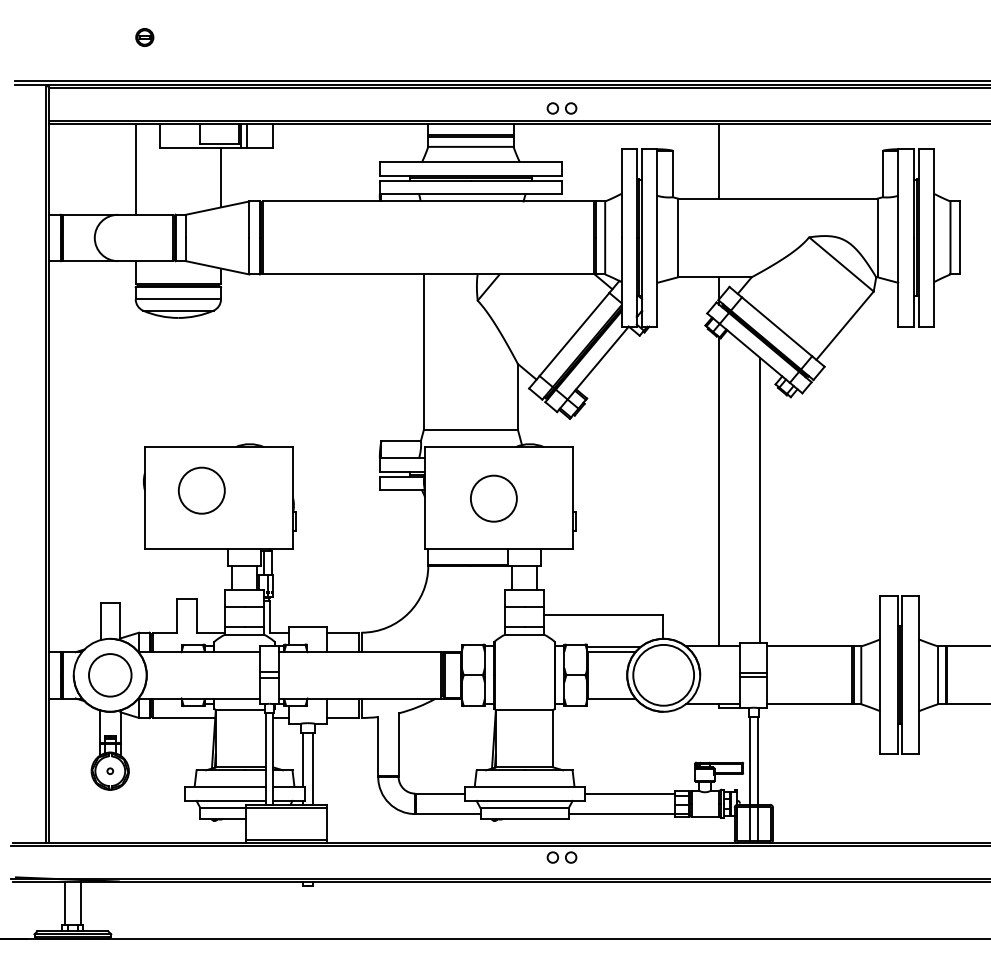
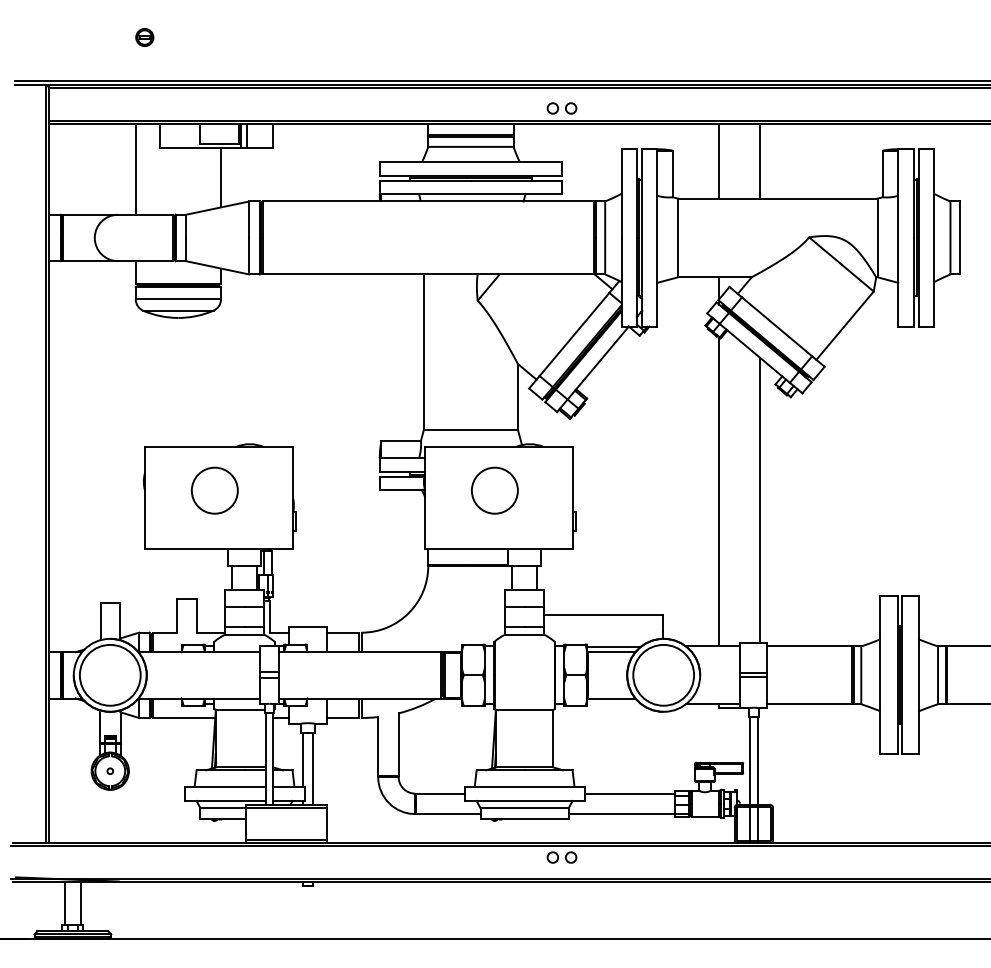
line at (759, 160): none -> present
circle at (201, 490) position: (201, 490) -> (214, 490)
circle at (493, 498) position: (493, 498) -> (494, 490)
circle at (110, 675) diameter: 43 px -> 61 px
